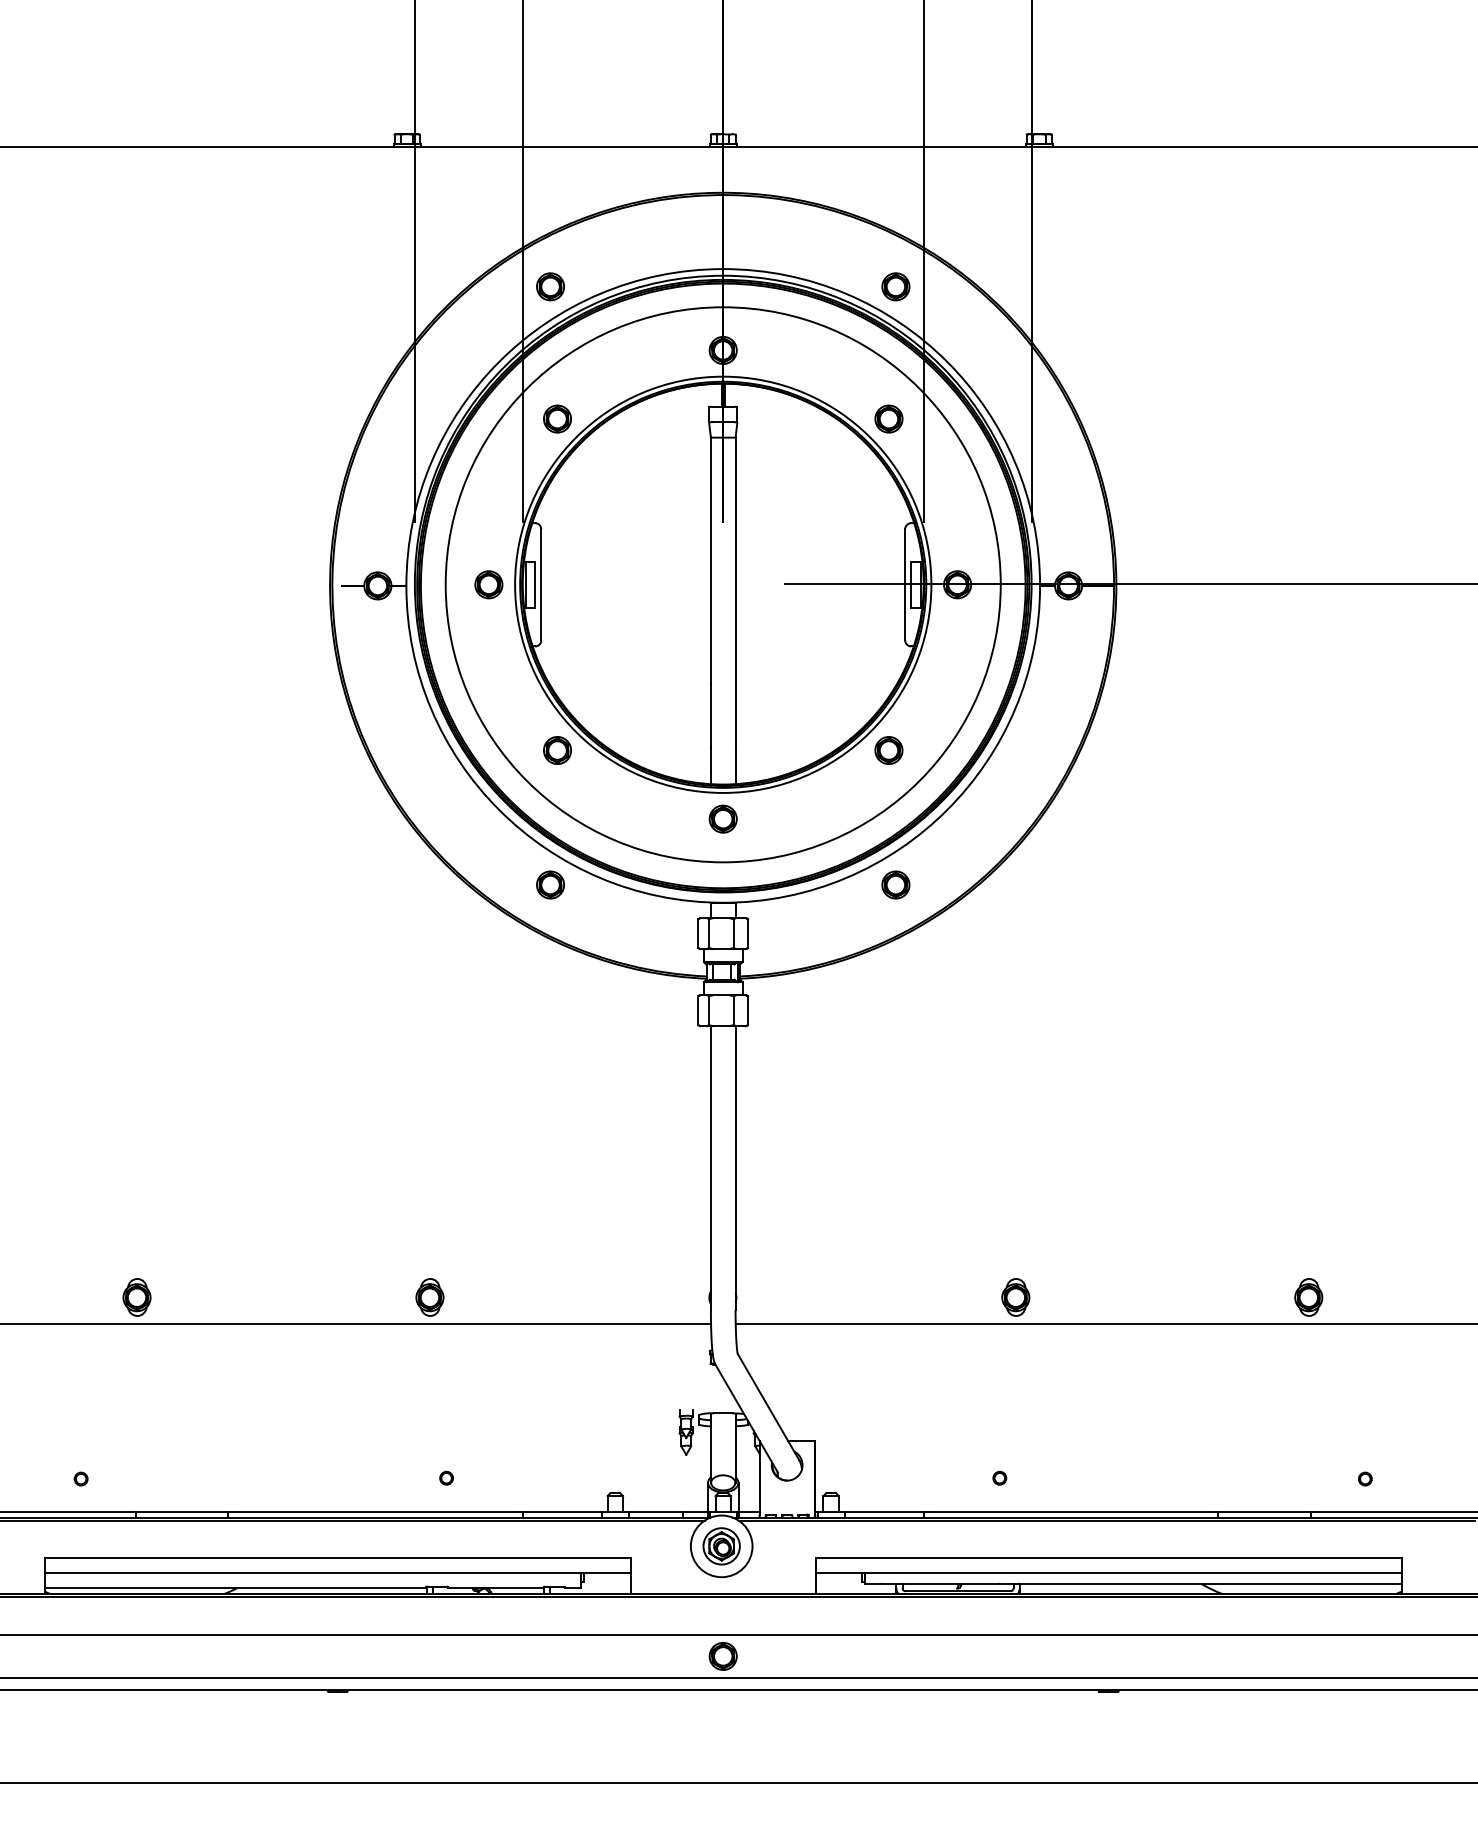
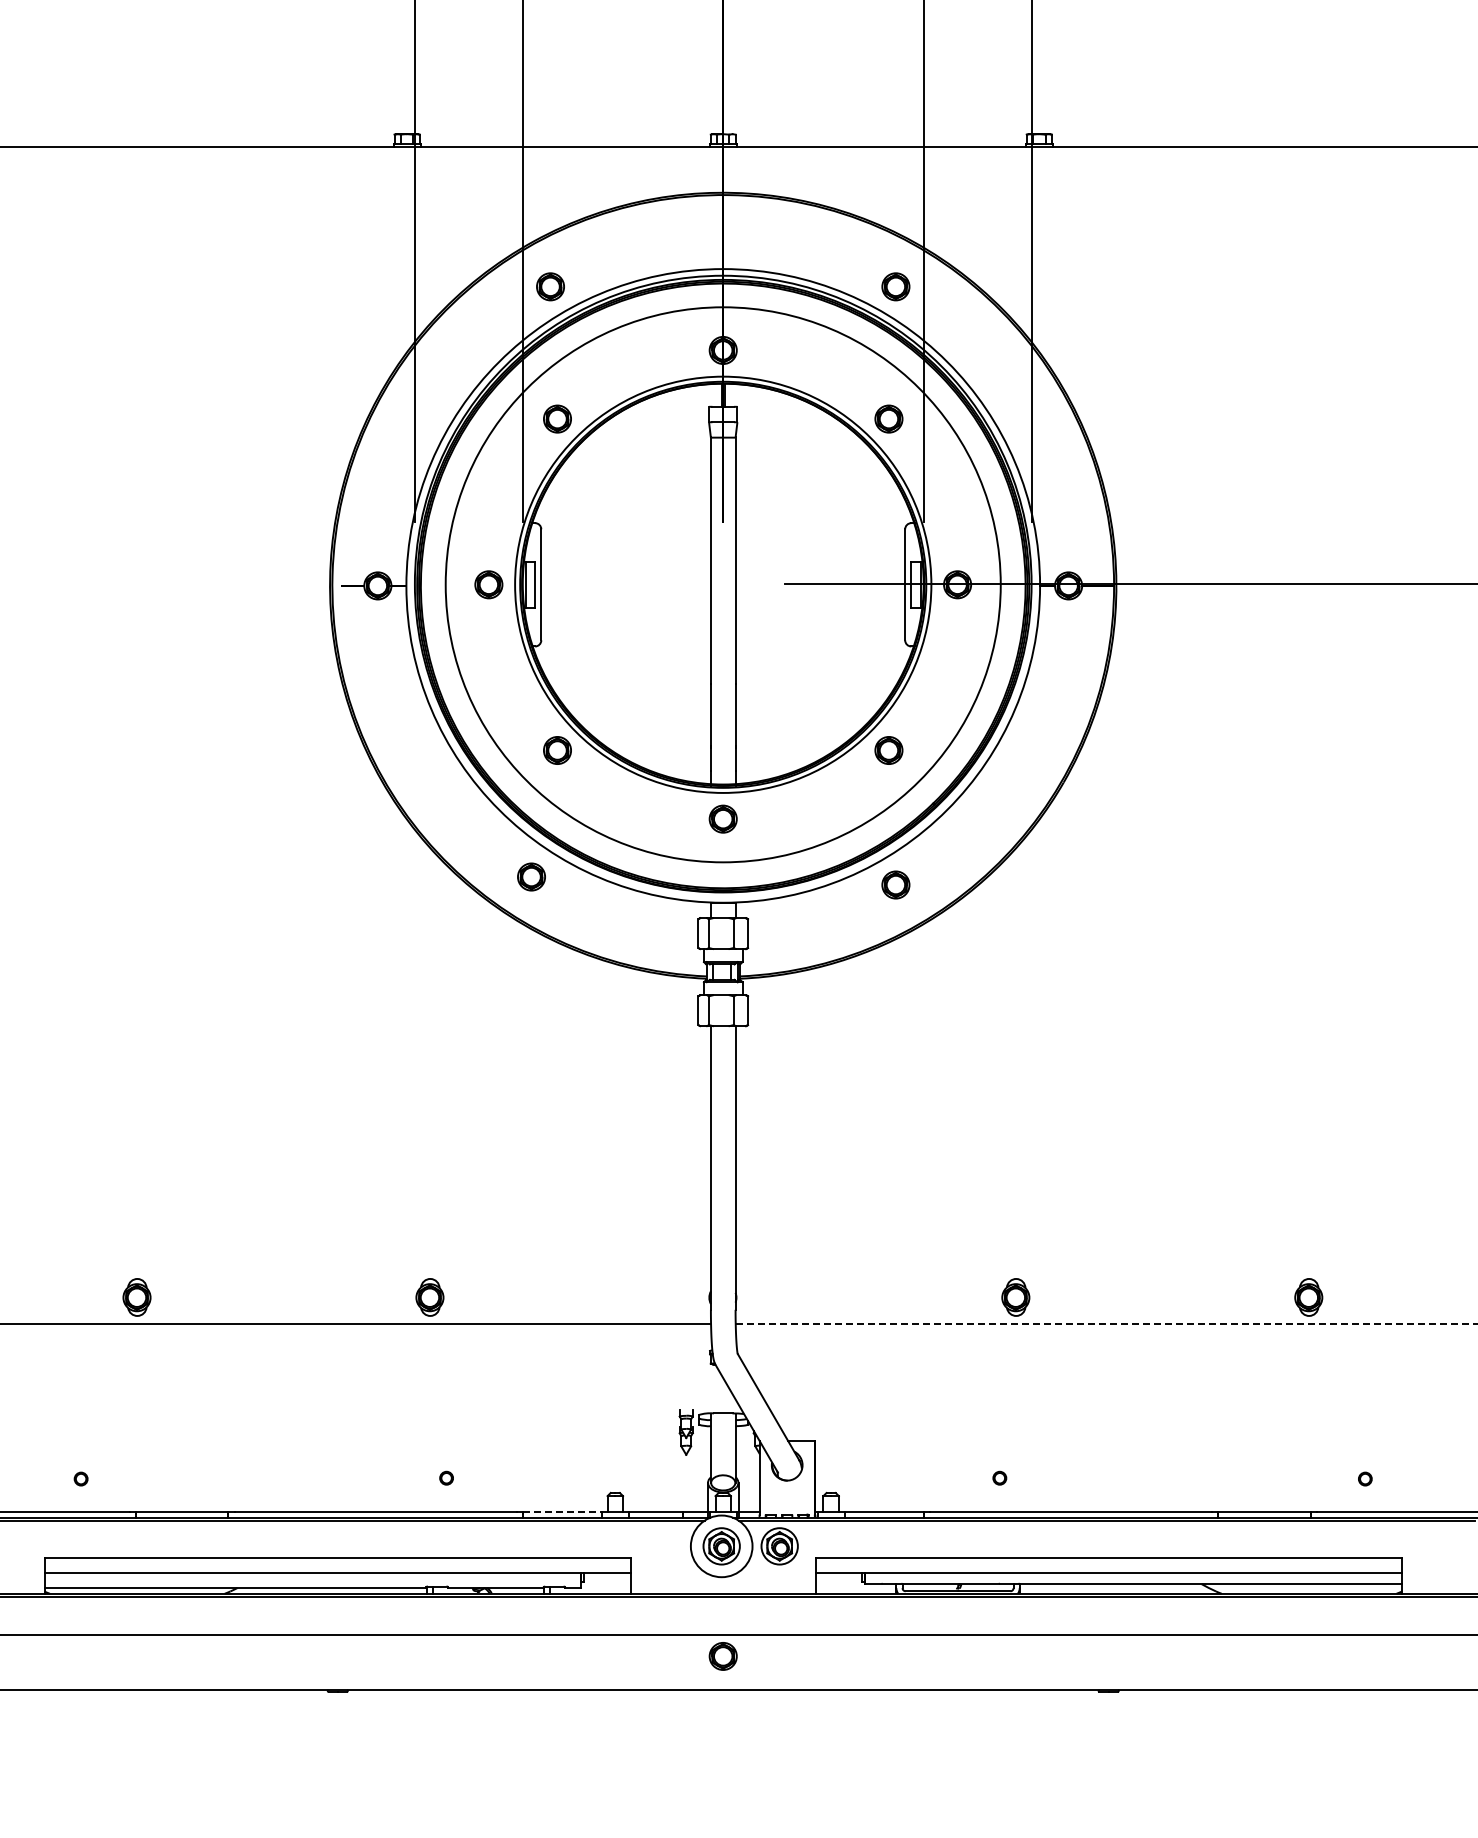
part at (550, 884) position: (550, 884) -> (531, 876)
line at (1106, 1323): solid -> dashed
line at (562, 1511): solid -> dashed
part at (779, 1546): none -> present
line at (738, 1678): present -> none
line at (738, 1782): present -> none
